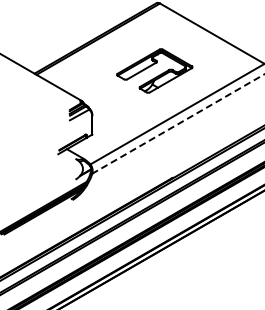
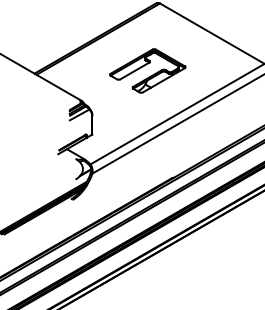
part at (154, 70) position: (154, 70) -> (147, 70)
line at (177, 124): dashed -> solid
